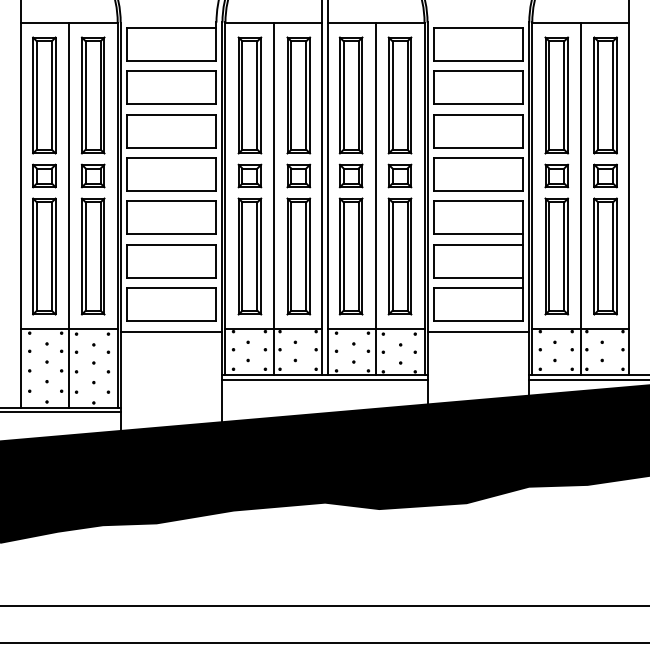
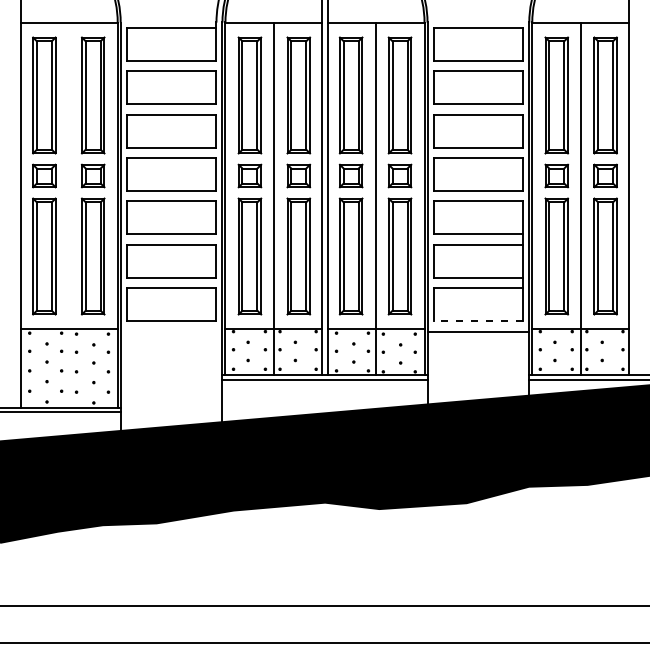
line at (69, 215): present -> none
line at (478, 321): solid -> dashed
line at (171, 331): present -> none
